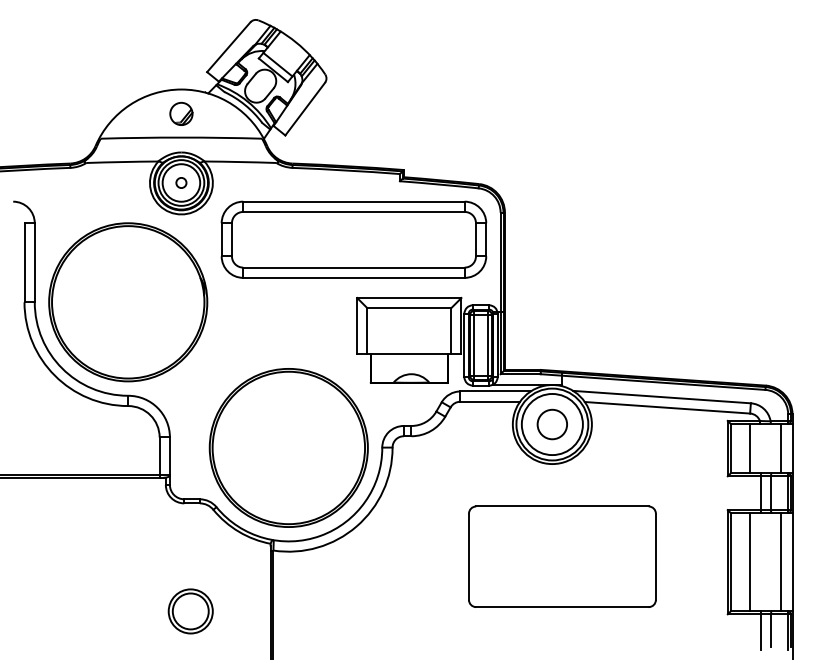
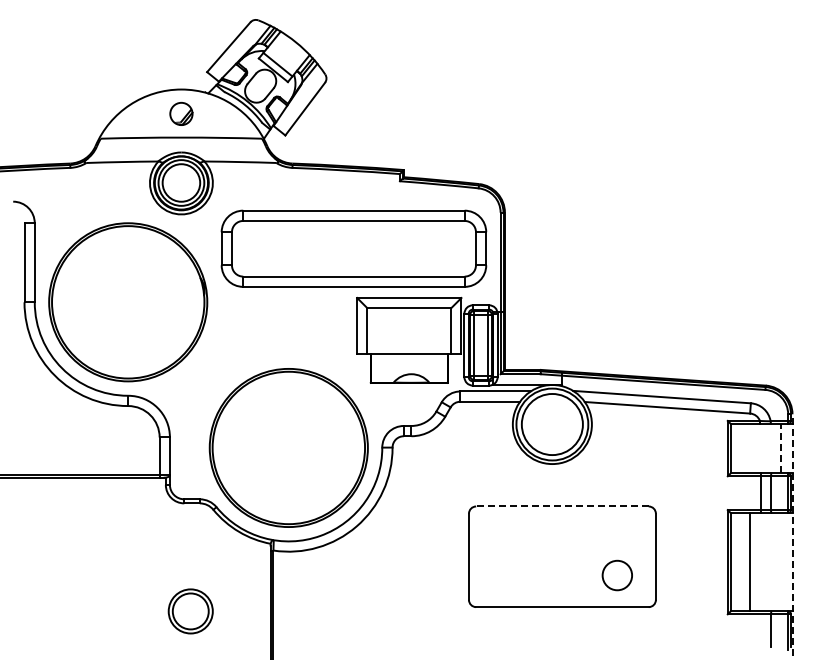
circle at (181, 182): present -> none
part at (353, 239) position: (353, 239) -> (353, 248)
circle at (551, 424) position: (551, 424) -> (616, 575)
line at (750, 448): present -> none
line at (780, 448): solid -> dashed
line at (561, 506): solid -> dashed
line at (792, 536): solid -> dashed
line at (780, 561): present -> none
line at (760, 630): present -> none
